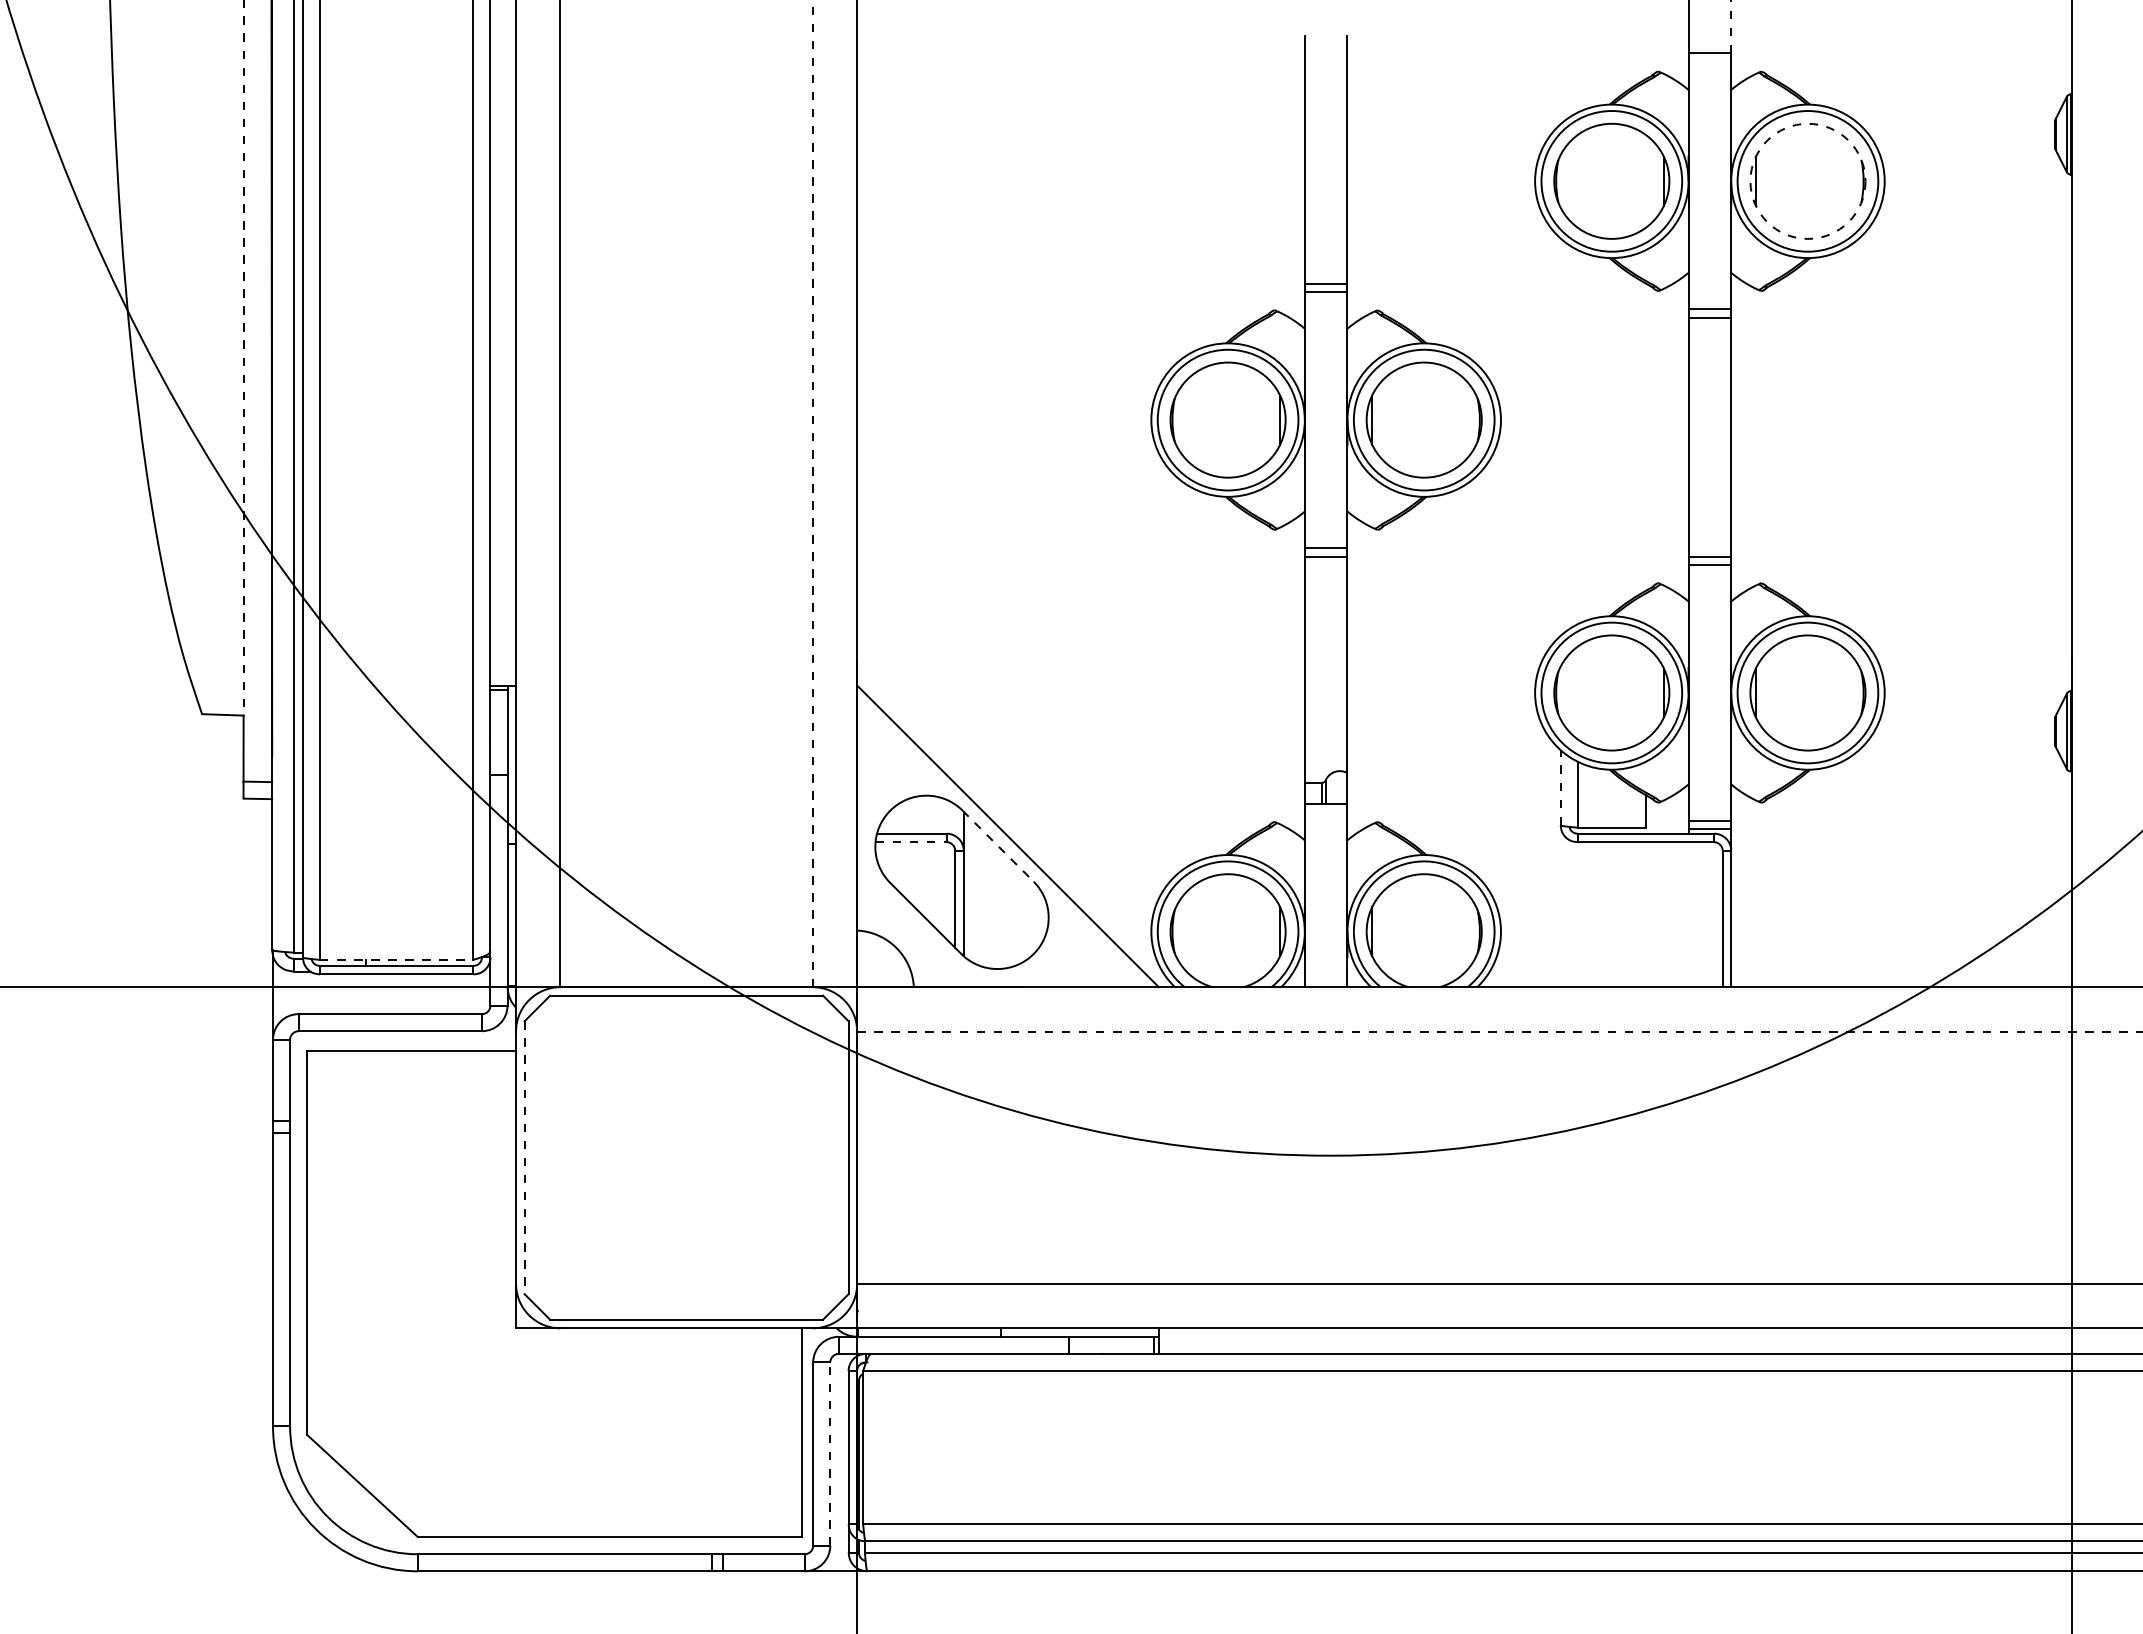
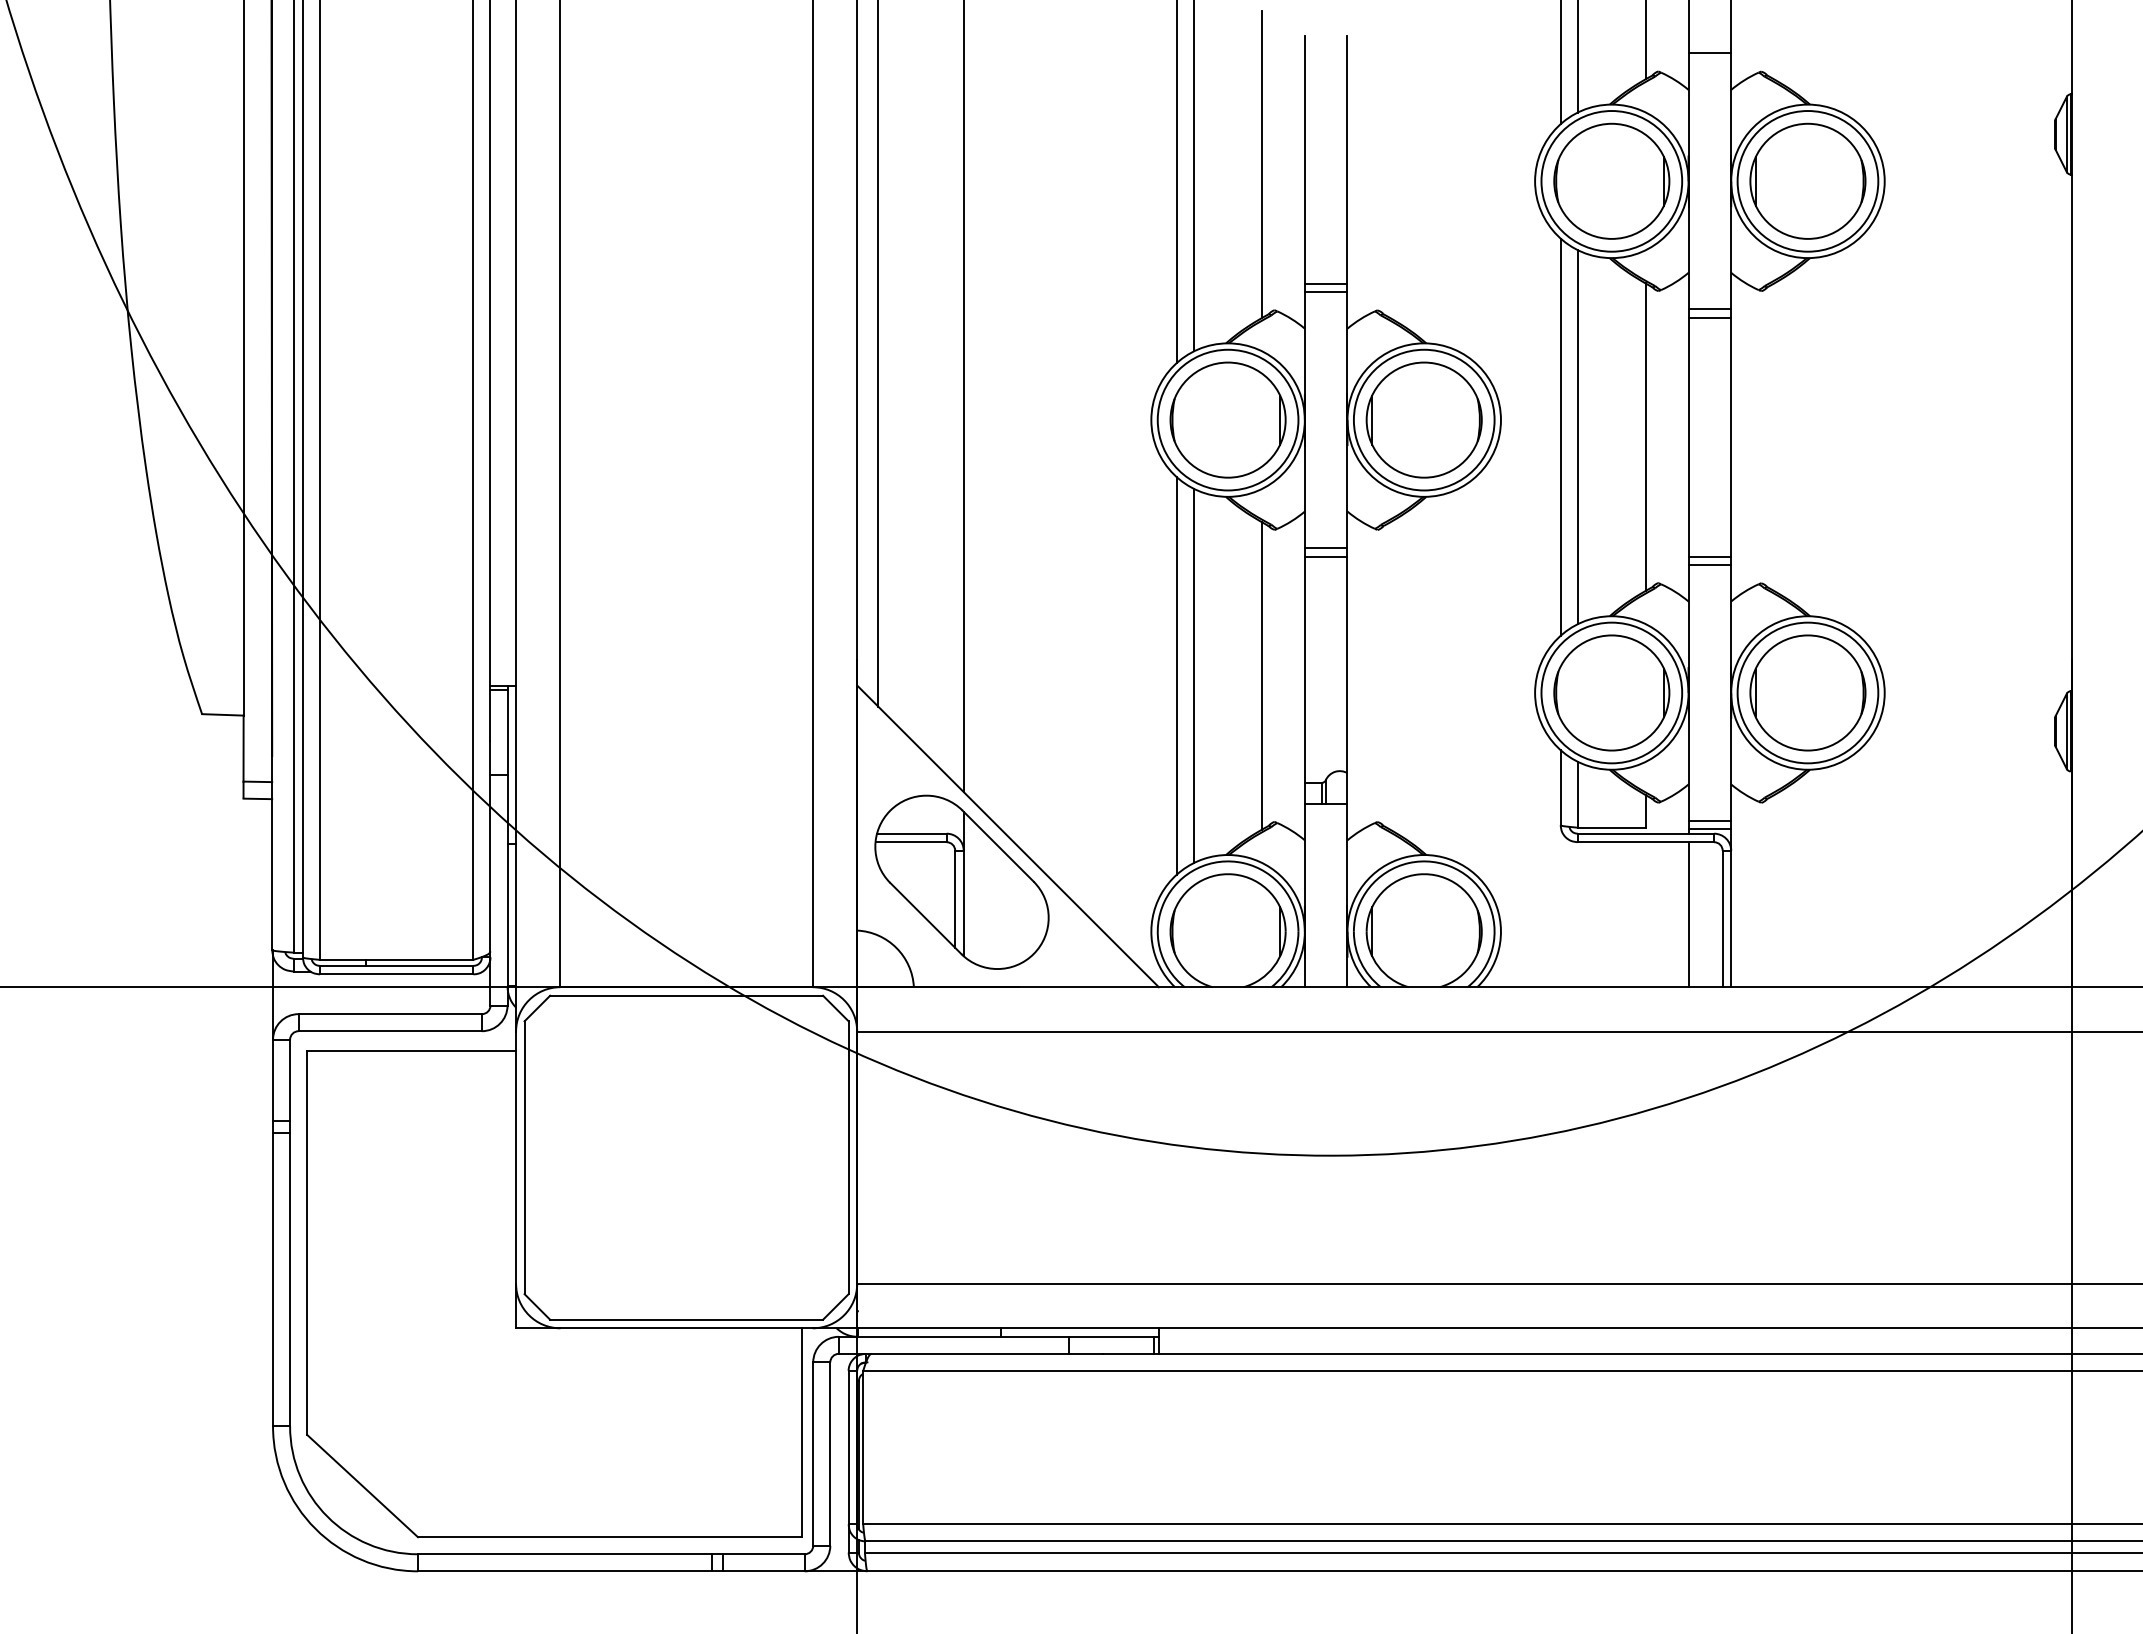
line at (1731, 26): dashed -> solid
line at (1645, 40): none -> present
line at (1577, 57): none -> present
line at (1560, 63): none -> present
line at (1262, 163): none -> present
line at (1193, 176): none -> present
circle at (1807, 180): dashed -> solid
line at (1176, 182): none -> present
line at (878, 354): none -> present
line at (243, 358): dashed -> solid
line at (963, 397): none -> present
line at (1560, 436): none -> present
line at (1645, 436): none -> present
line at (1577, 437): none -> present
line at (812, 494): dashed -> solid
line at (1176, 675): none -> present
line at (1193, 675): none -> present
line at (1262, 675): none -> present
line at (1560, 787): dashed -> solid
line at (911, 842): dashed -> solid
line at (998, 846): dashed -> solid
line at (1688, 914): none -> present
line at (396, 959): dashed -> solid
line at (1500, 1031): dashed -> solid
line at (524, 1158): dashed -> solid
line at (830, 1454): dashed -> solid
